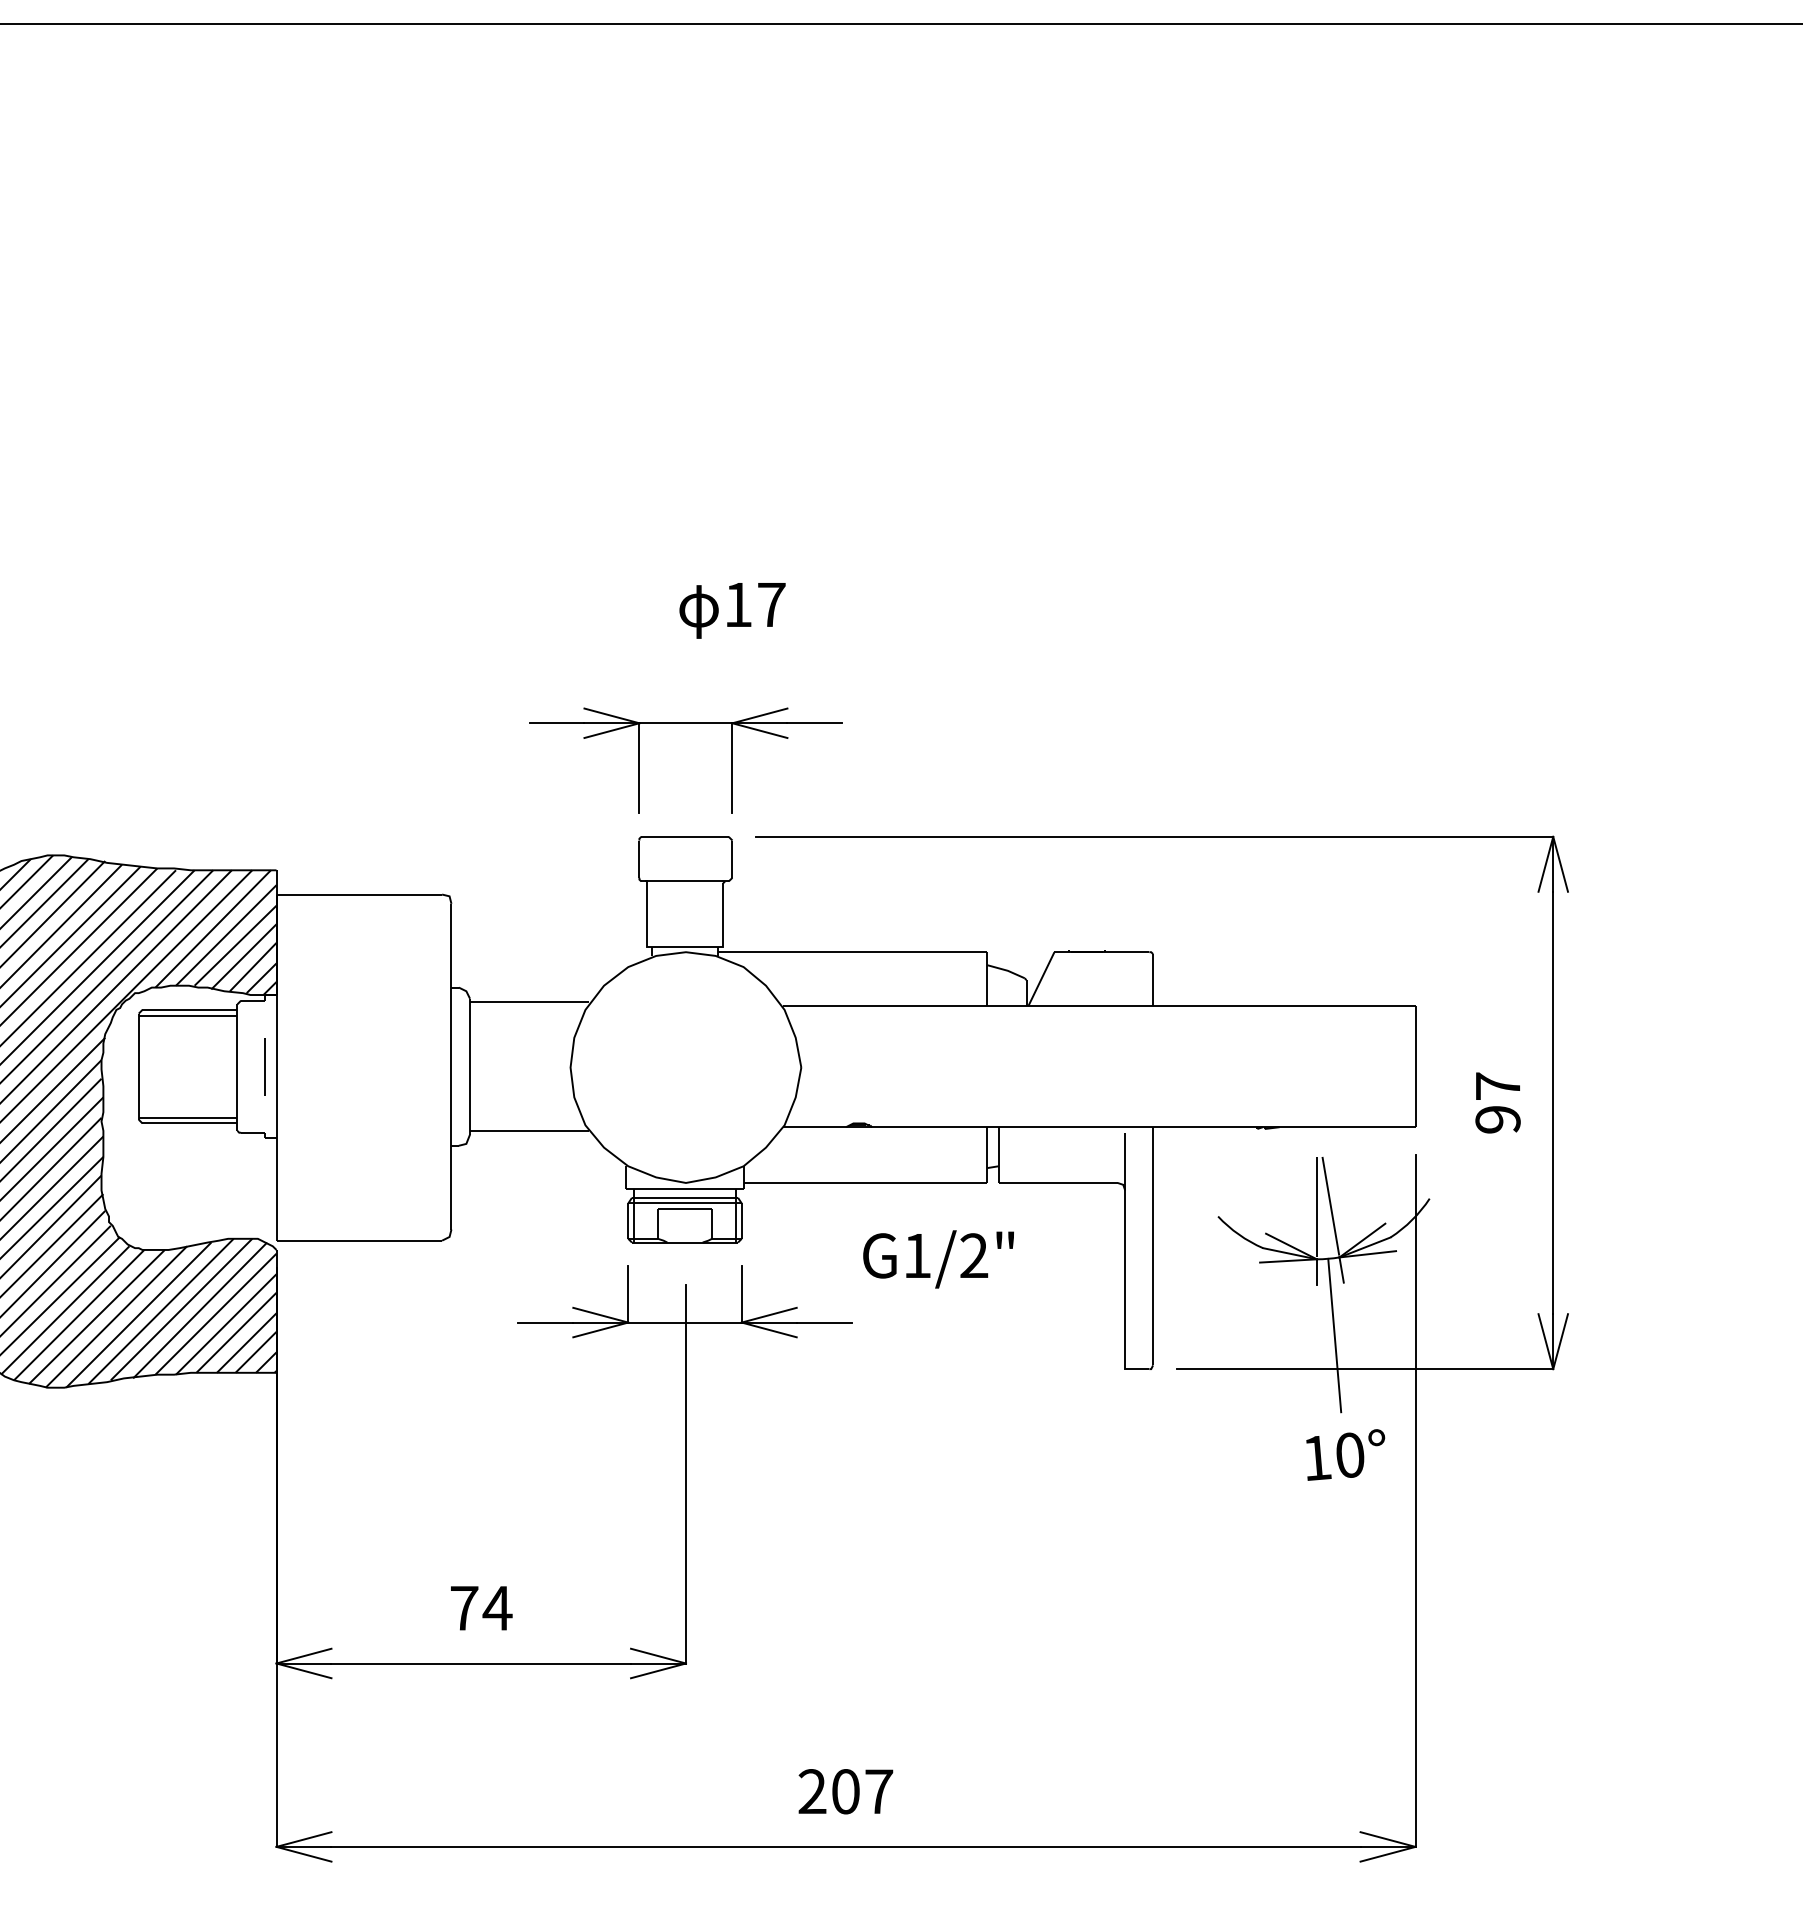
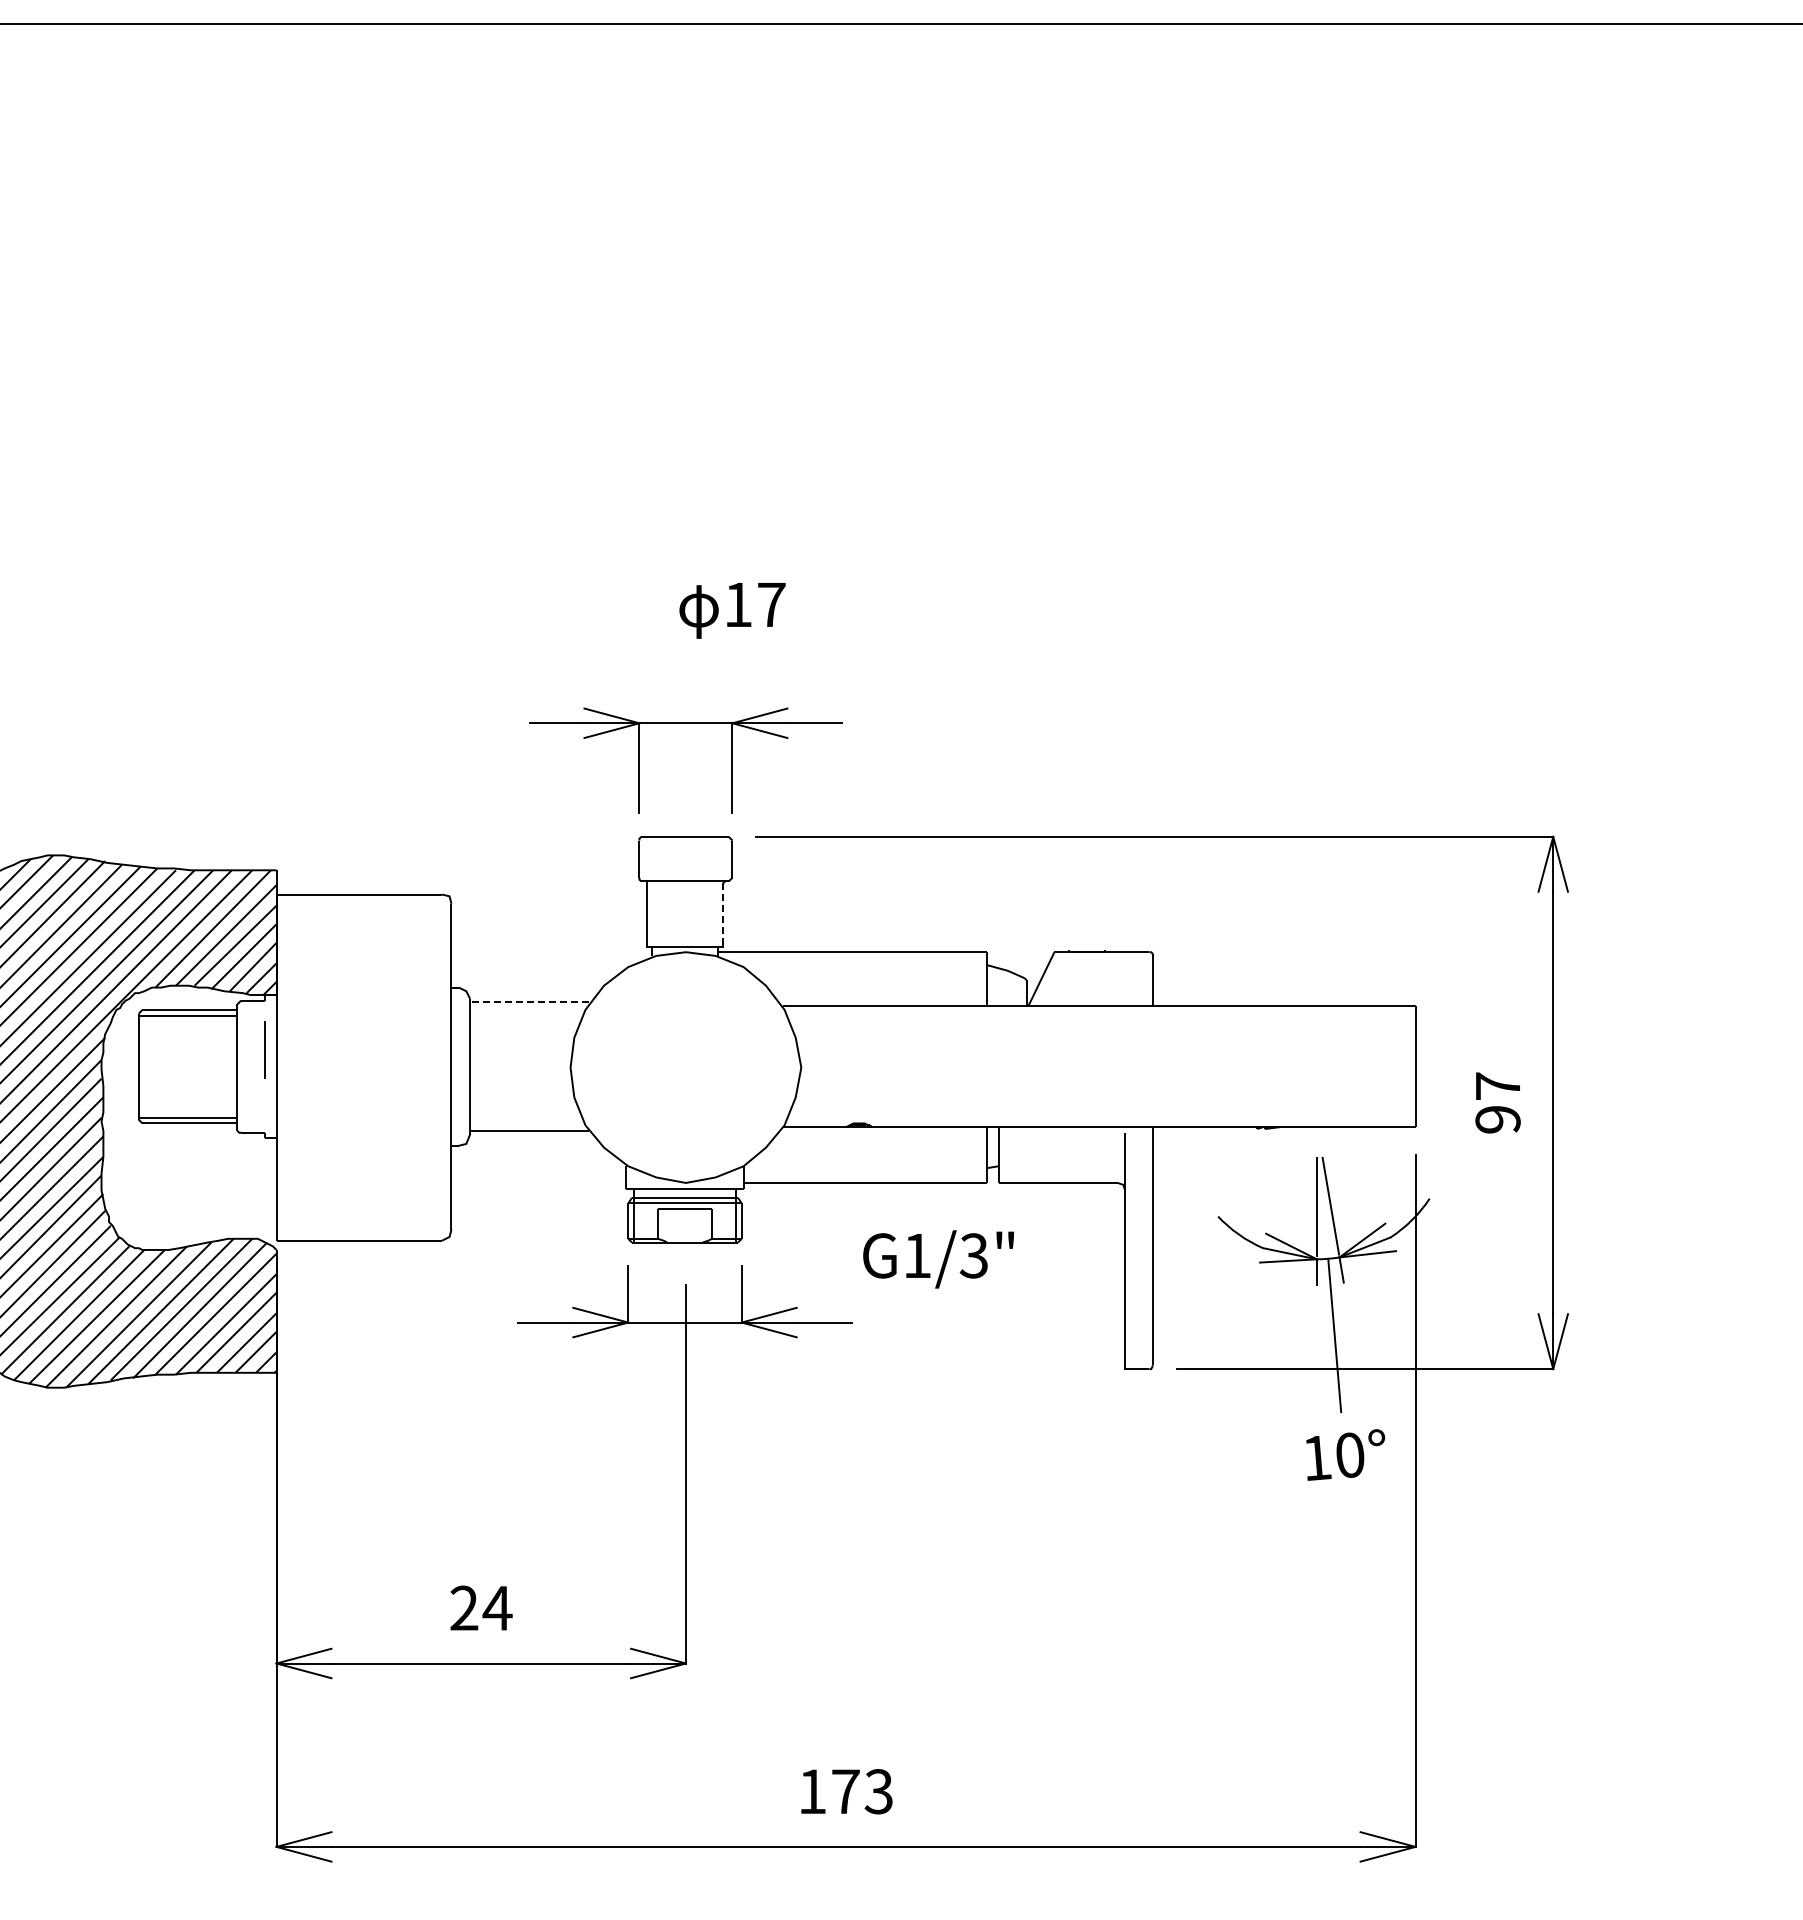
line at (723, 914): solid -> dashed
line at (529, 1002): solid -> dashed
line at (264, 1066) position: (264, 1066) -> (264, 1049)
text at (973, 1255): G1/2" -> G1/3"
text at (464, 1607): 74 -> 24
text at (845, 1791): 207 -> 173
